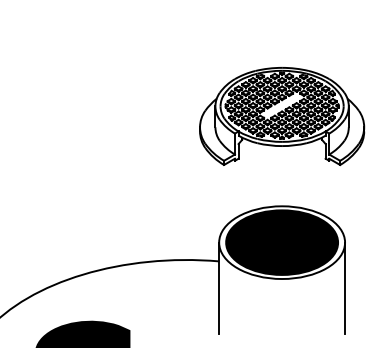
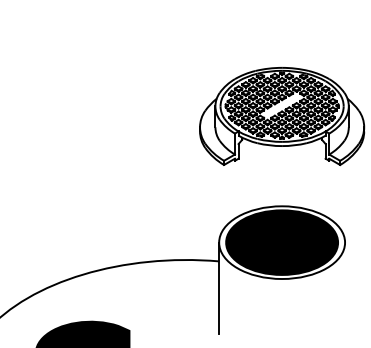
line at (345, 288): present -> none
